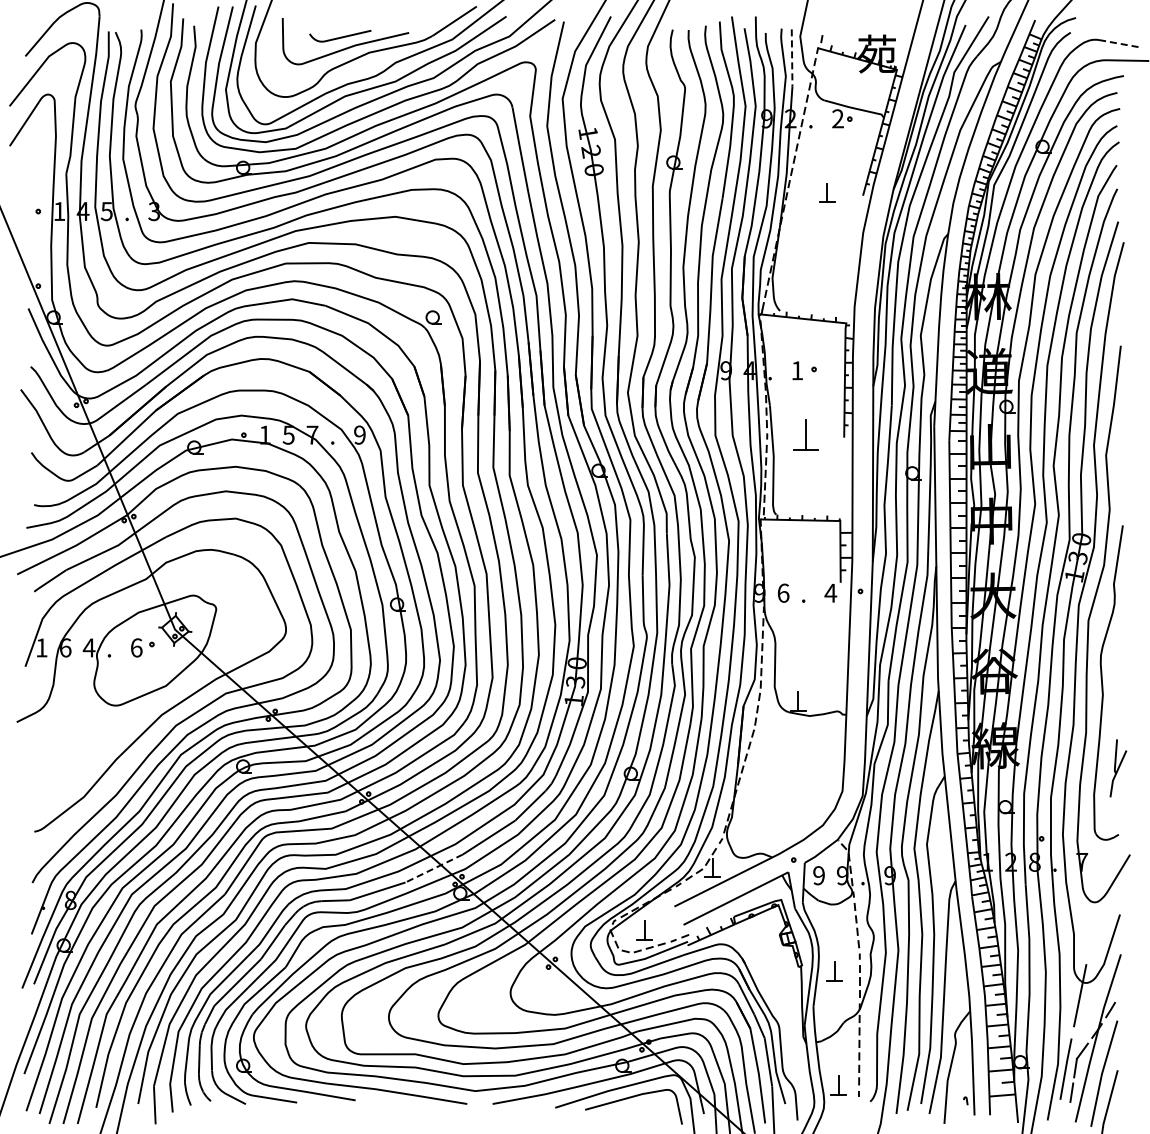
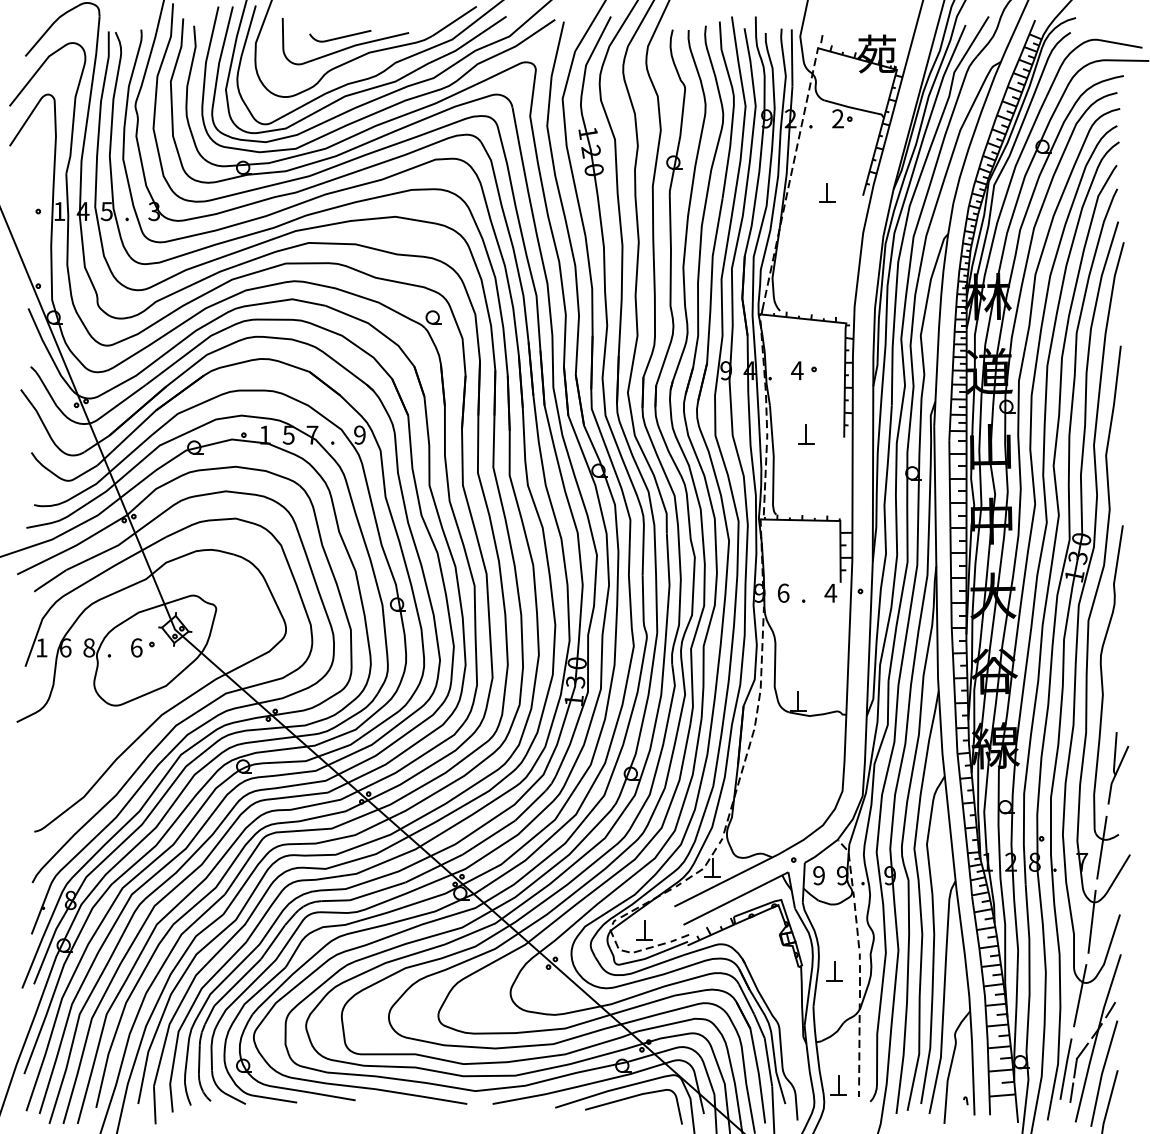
line at (1121, 44): dashed -> solid
line at (792, 58): dashed -> solid
text at (796, 370): 1 -> 4
part at (805, 434) size: 26x32 px -> 17x21 px
text at (88, 647): 4 -> 8
part at (1118, 768) size: 19x59 px -> 23x73 px
line at (1101, 847): none -> present
line at (434, 868): dashed -> solid
line at (1091, 921): none -> present
